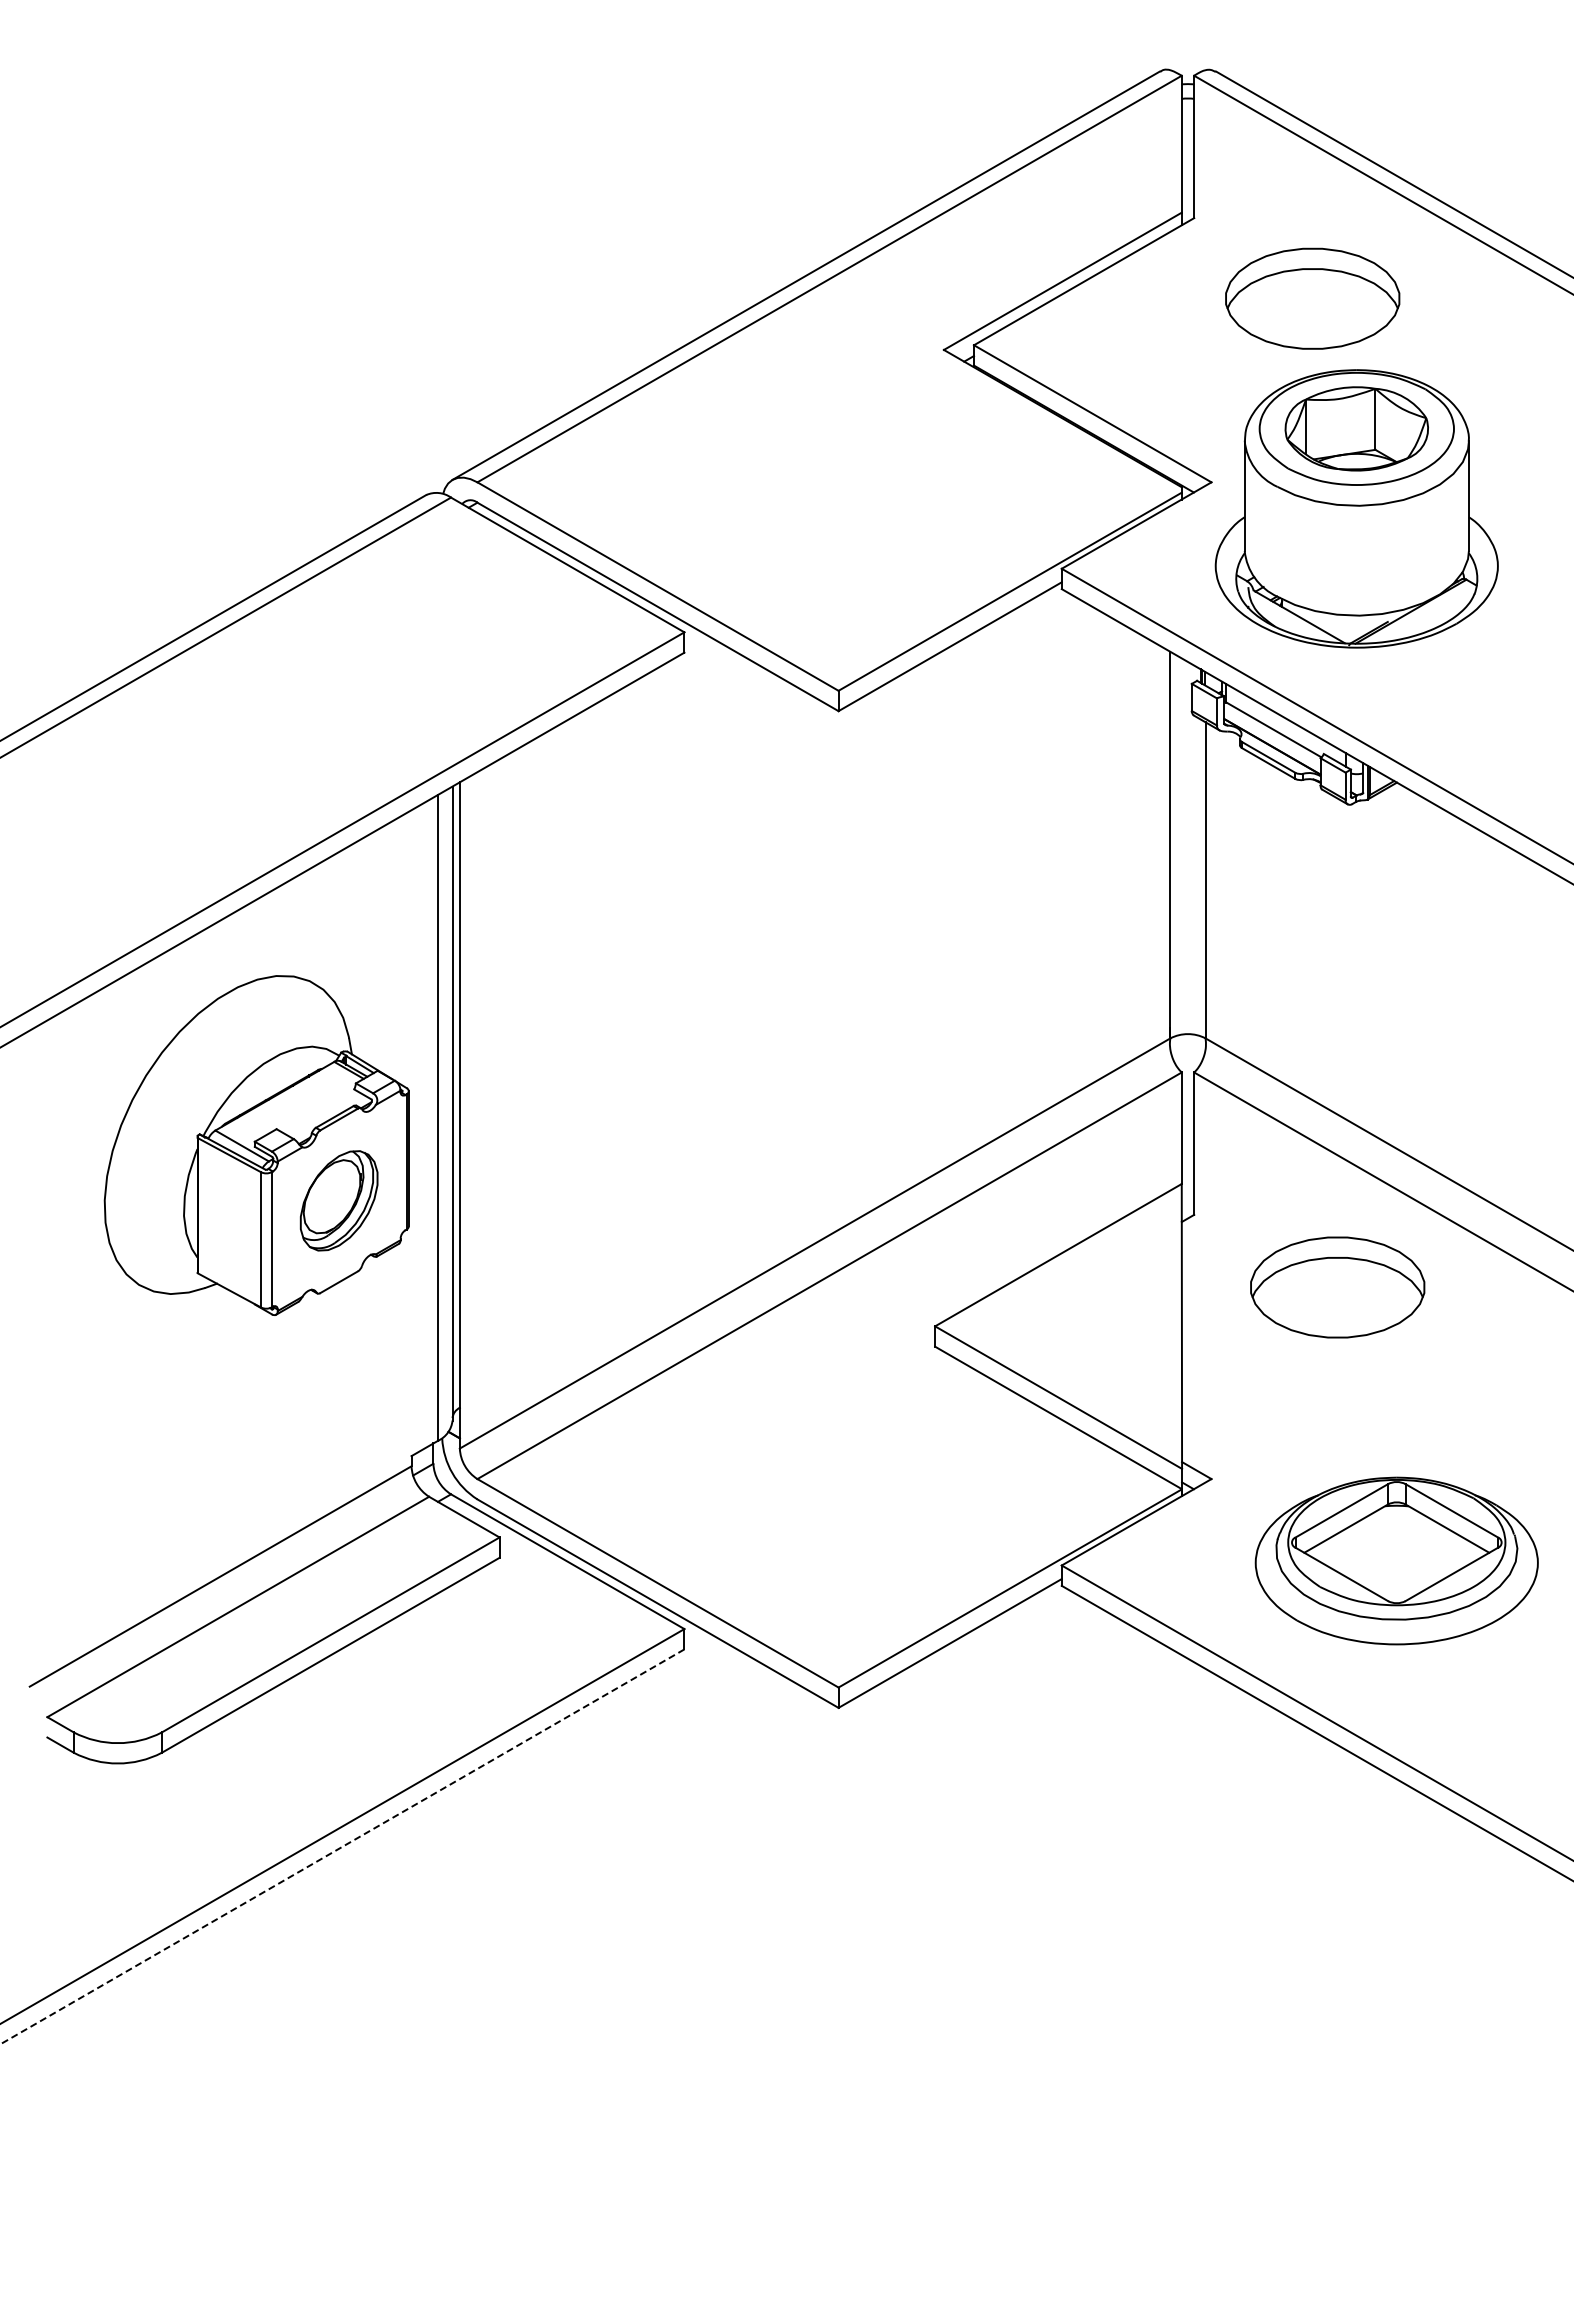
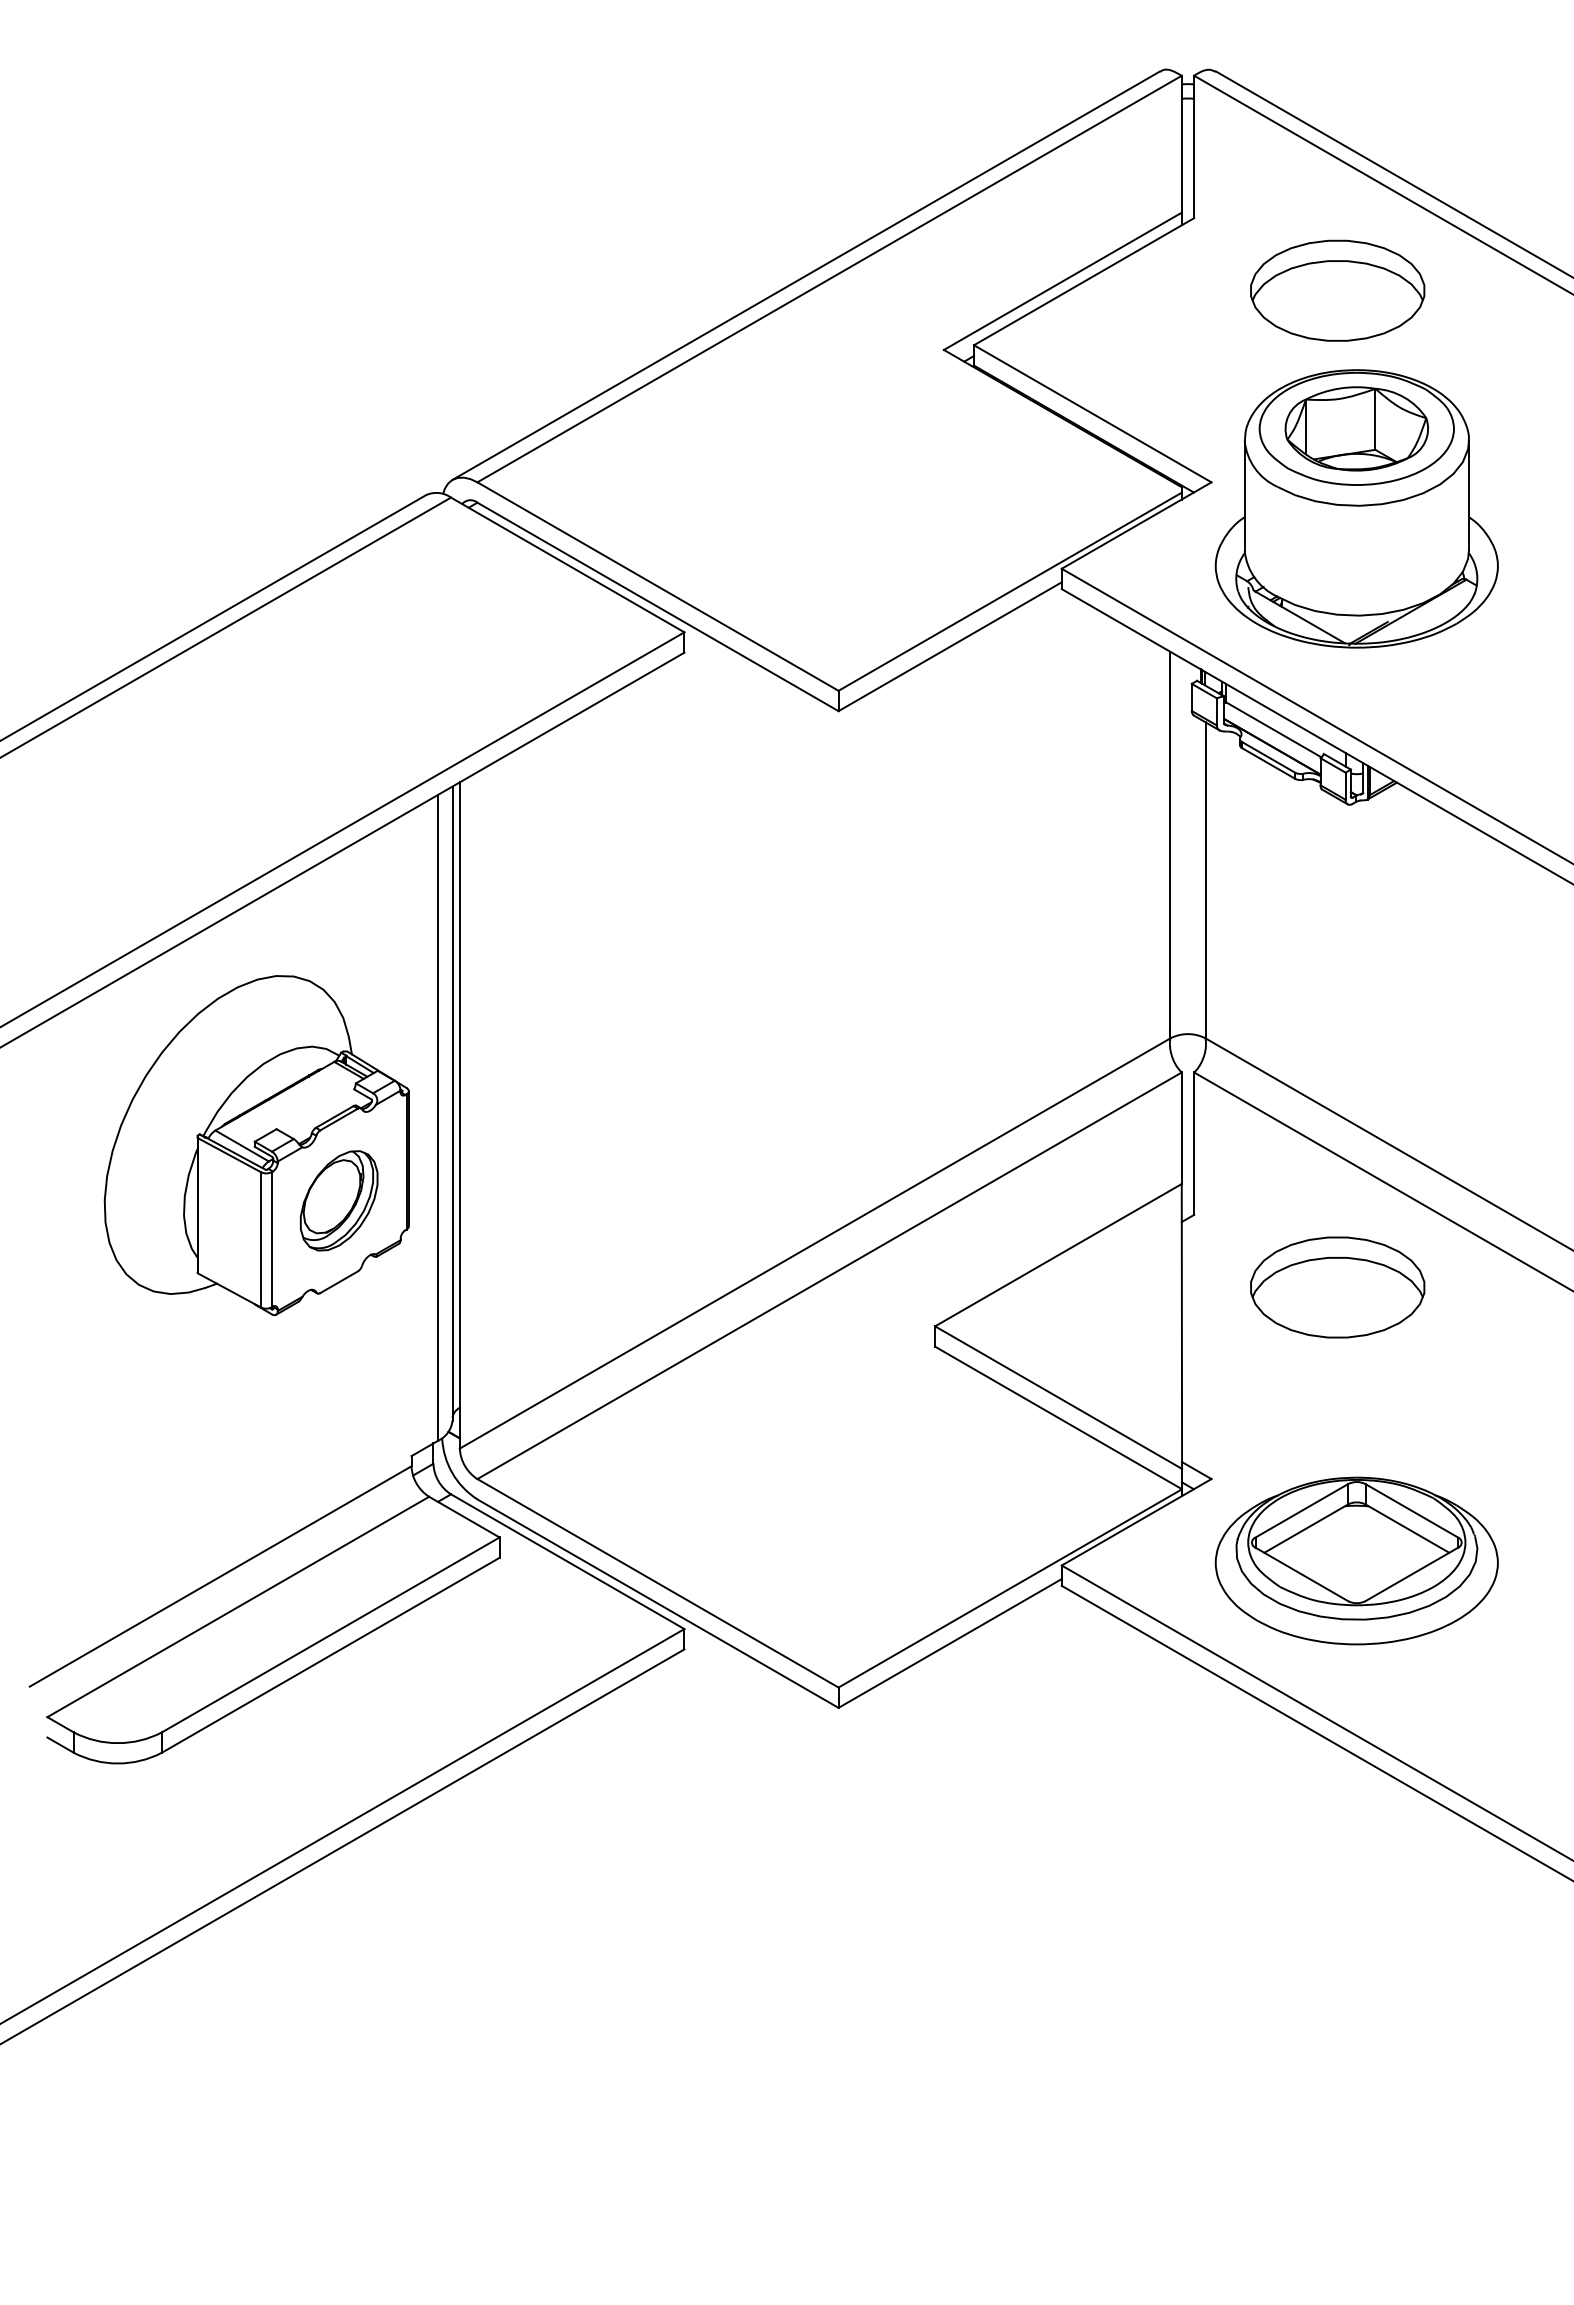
part at (1312, 298) position: (1312, 298) -> (1337, 290)
part at (1396, 1560) position: (1396, 1560) -> (1356, 1560)
line at (342, 1846): dashed -> solid
